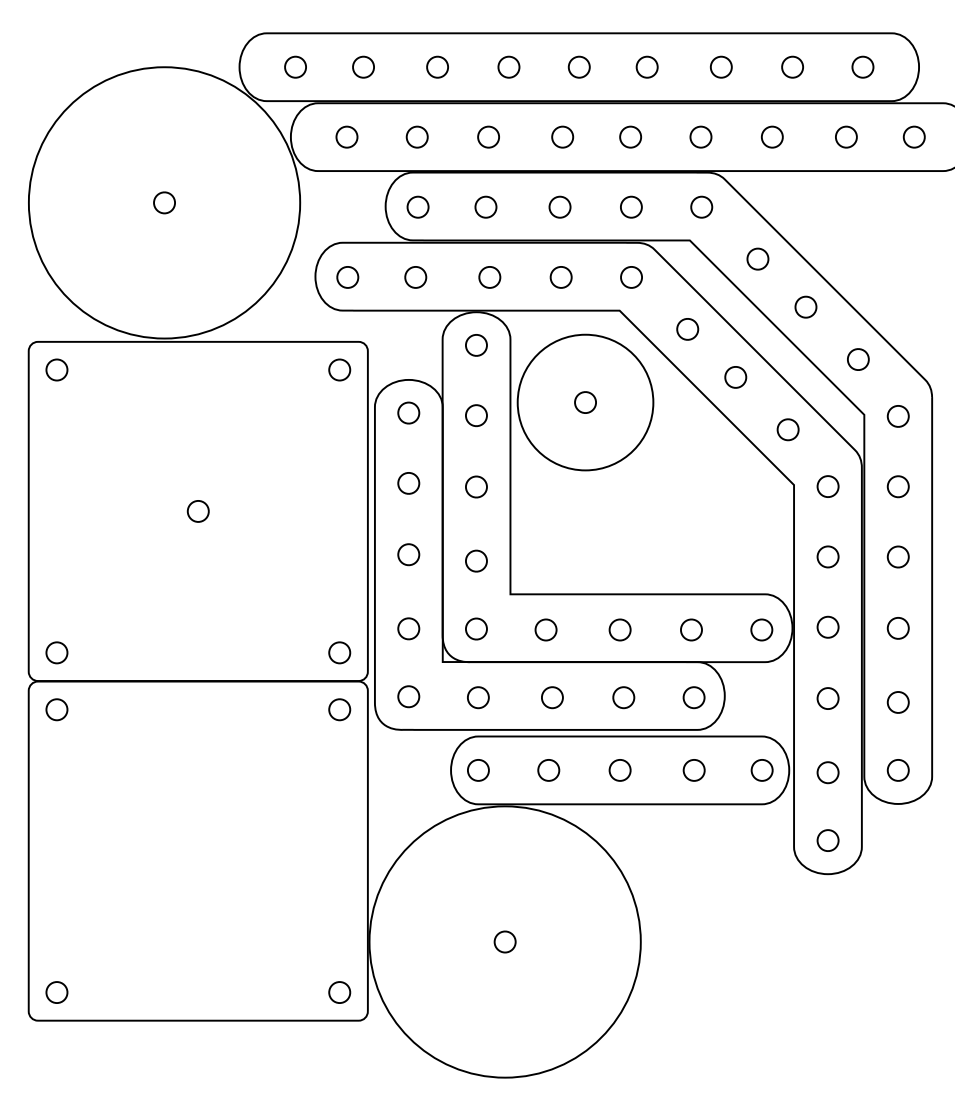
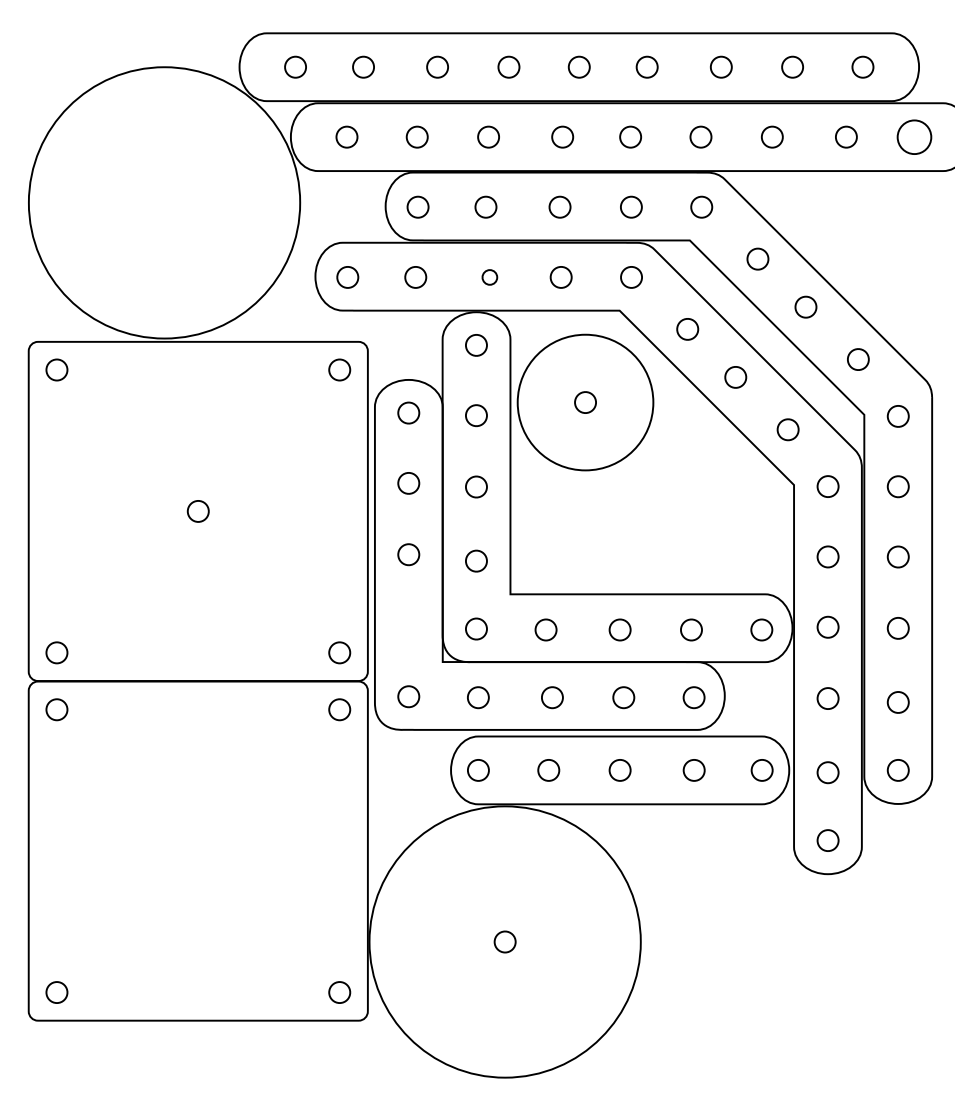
part at (913, 136) size: 24x24 px -> 37x36 px
part at (164, 202): present -> none
part at (489, 277) size: 24x23 px -> 18x17 px
part at (408, 628): present -> none
